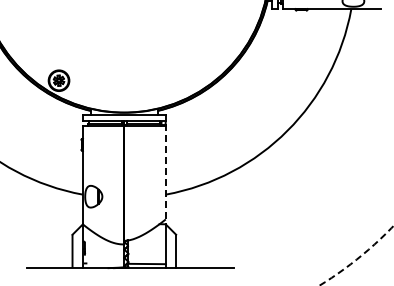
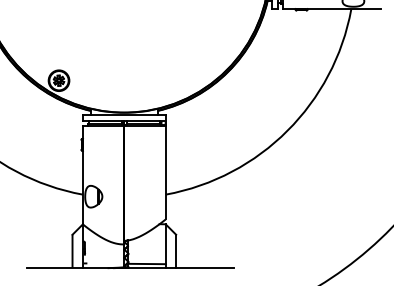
line at (165, 169): dashed -> solid
arc at (358, 258): dashed -> solid
